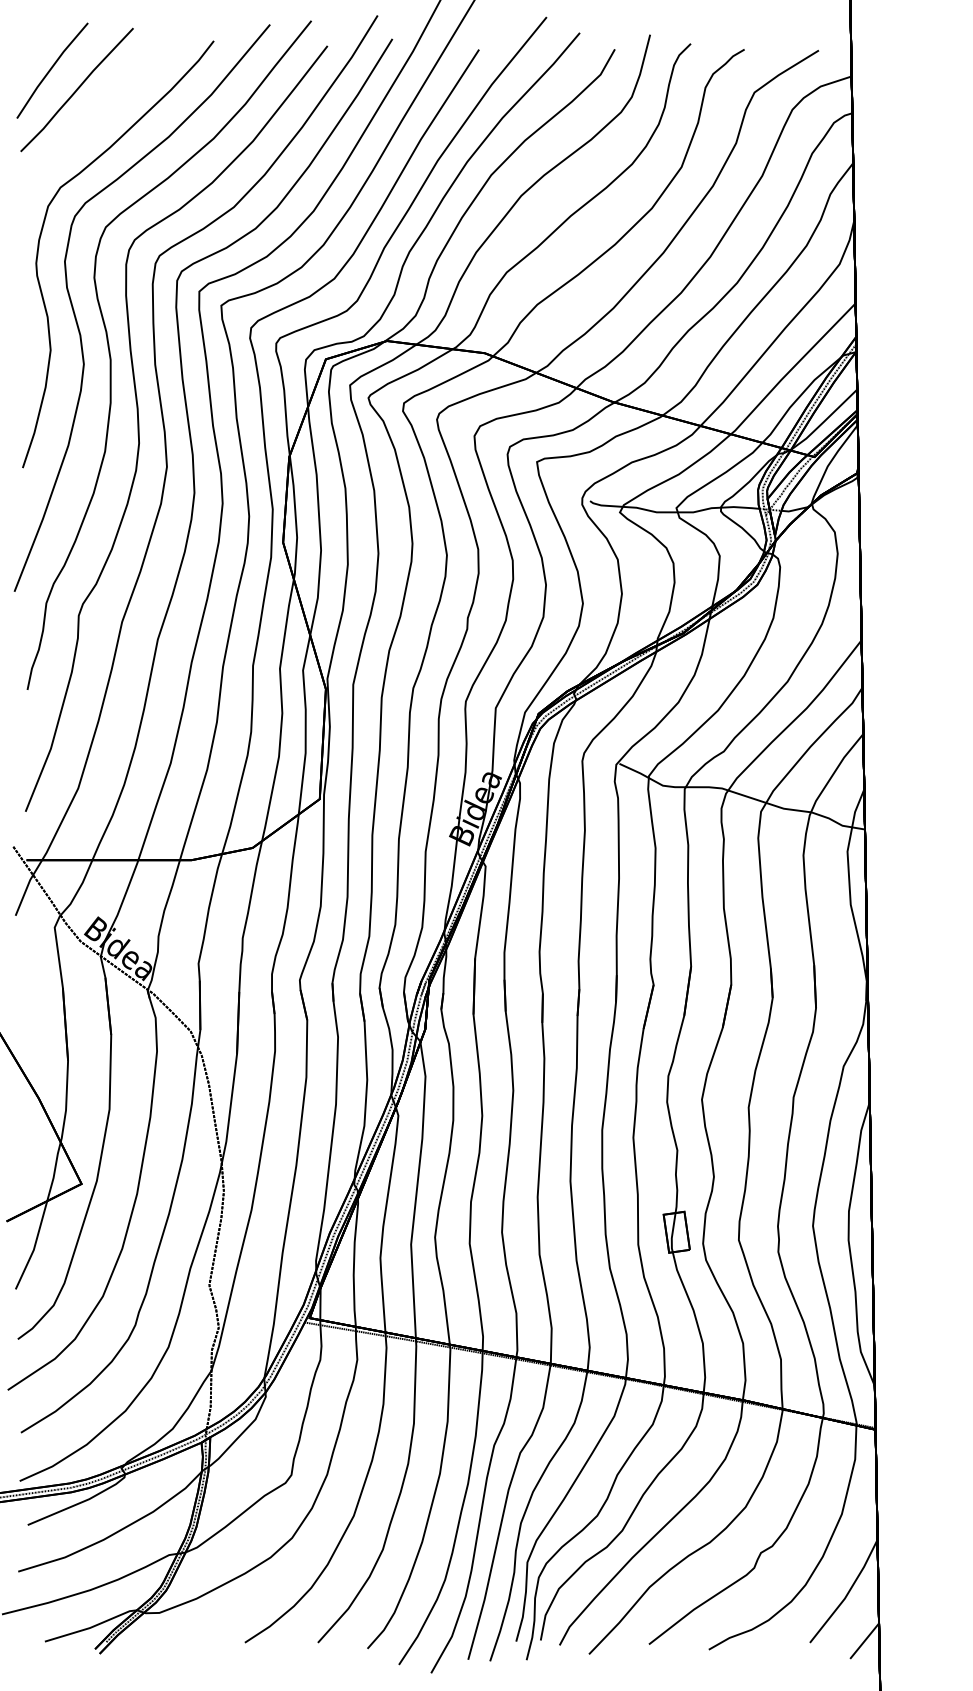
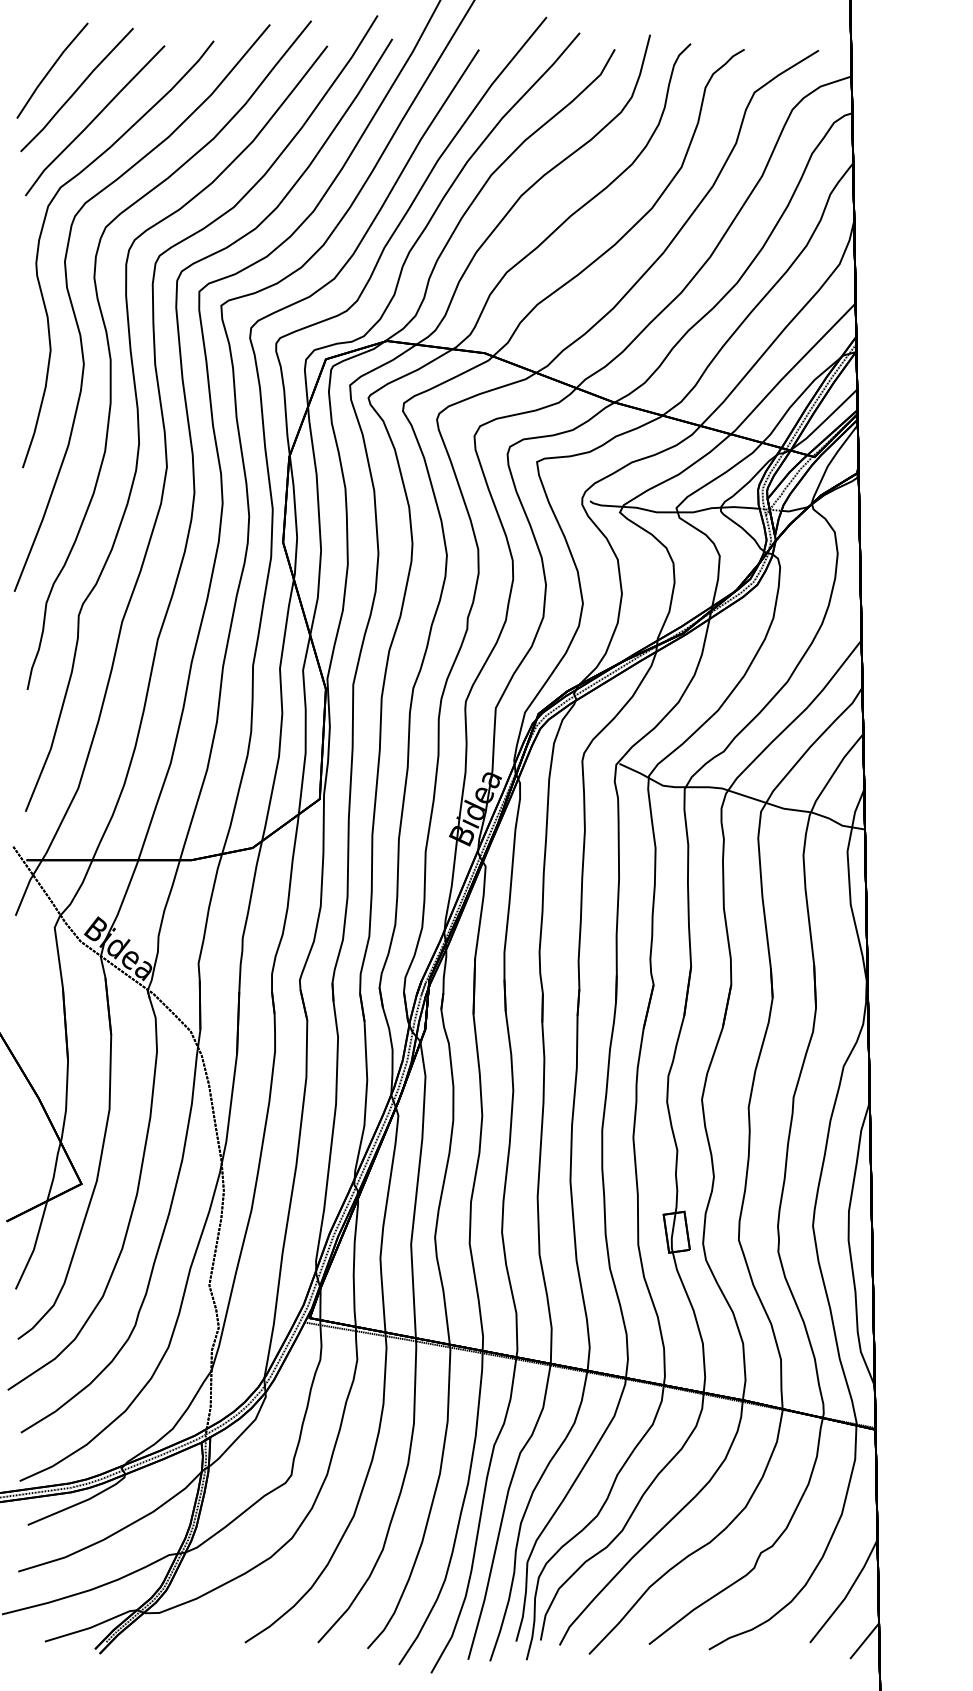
part at (95, 120): none -> present
